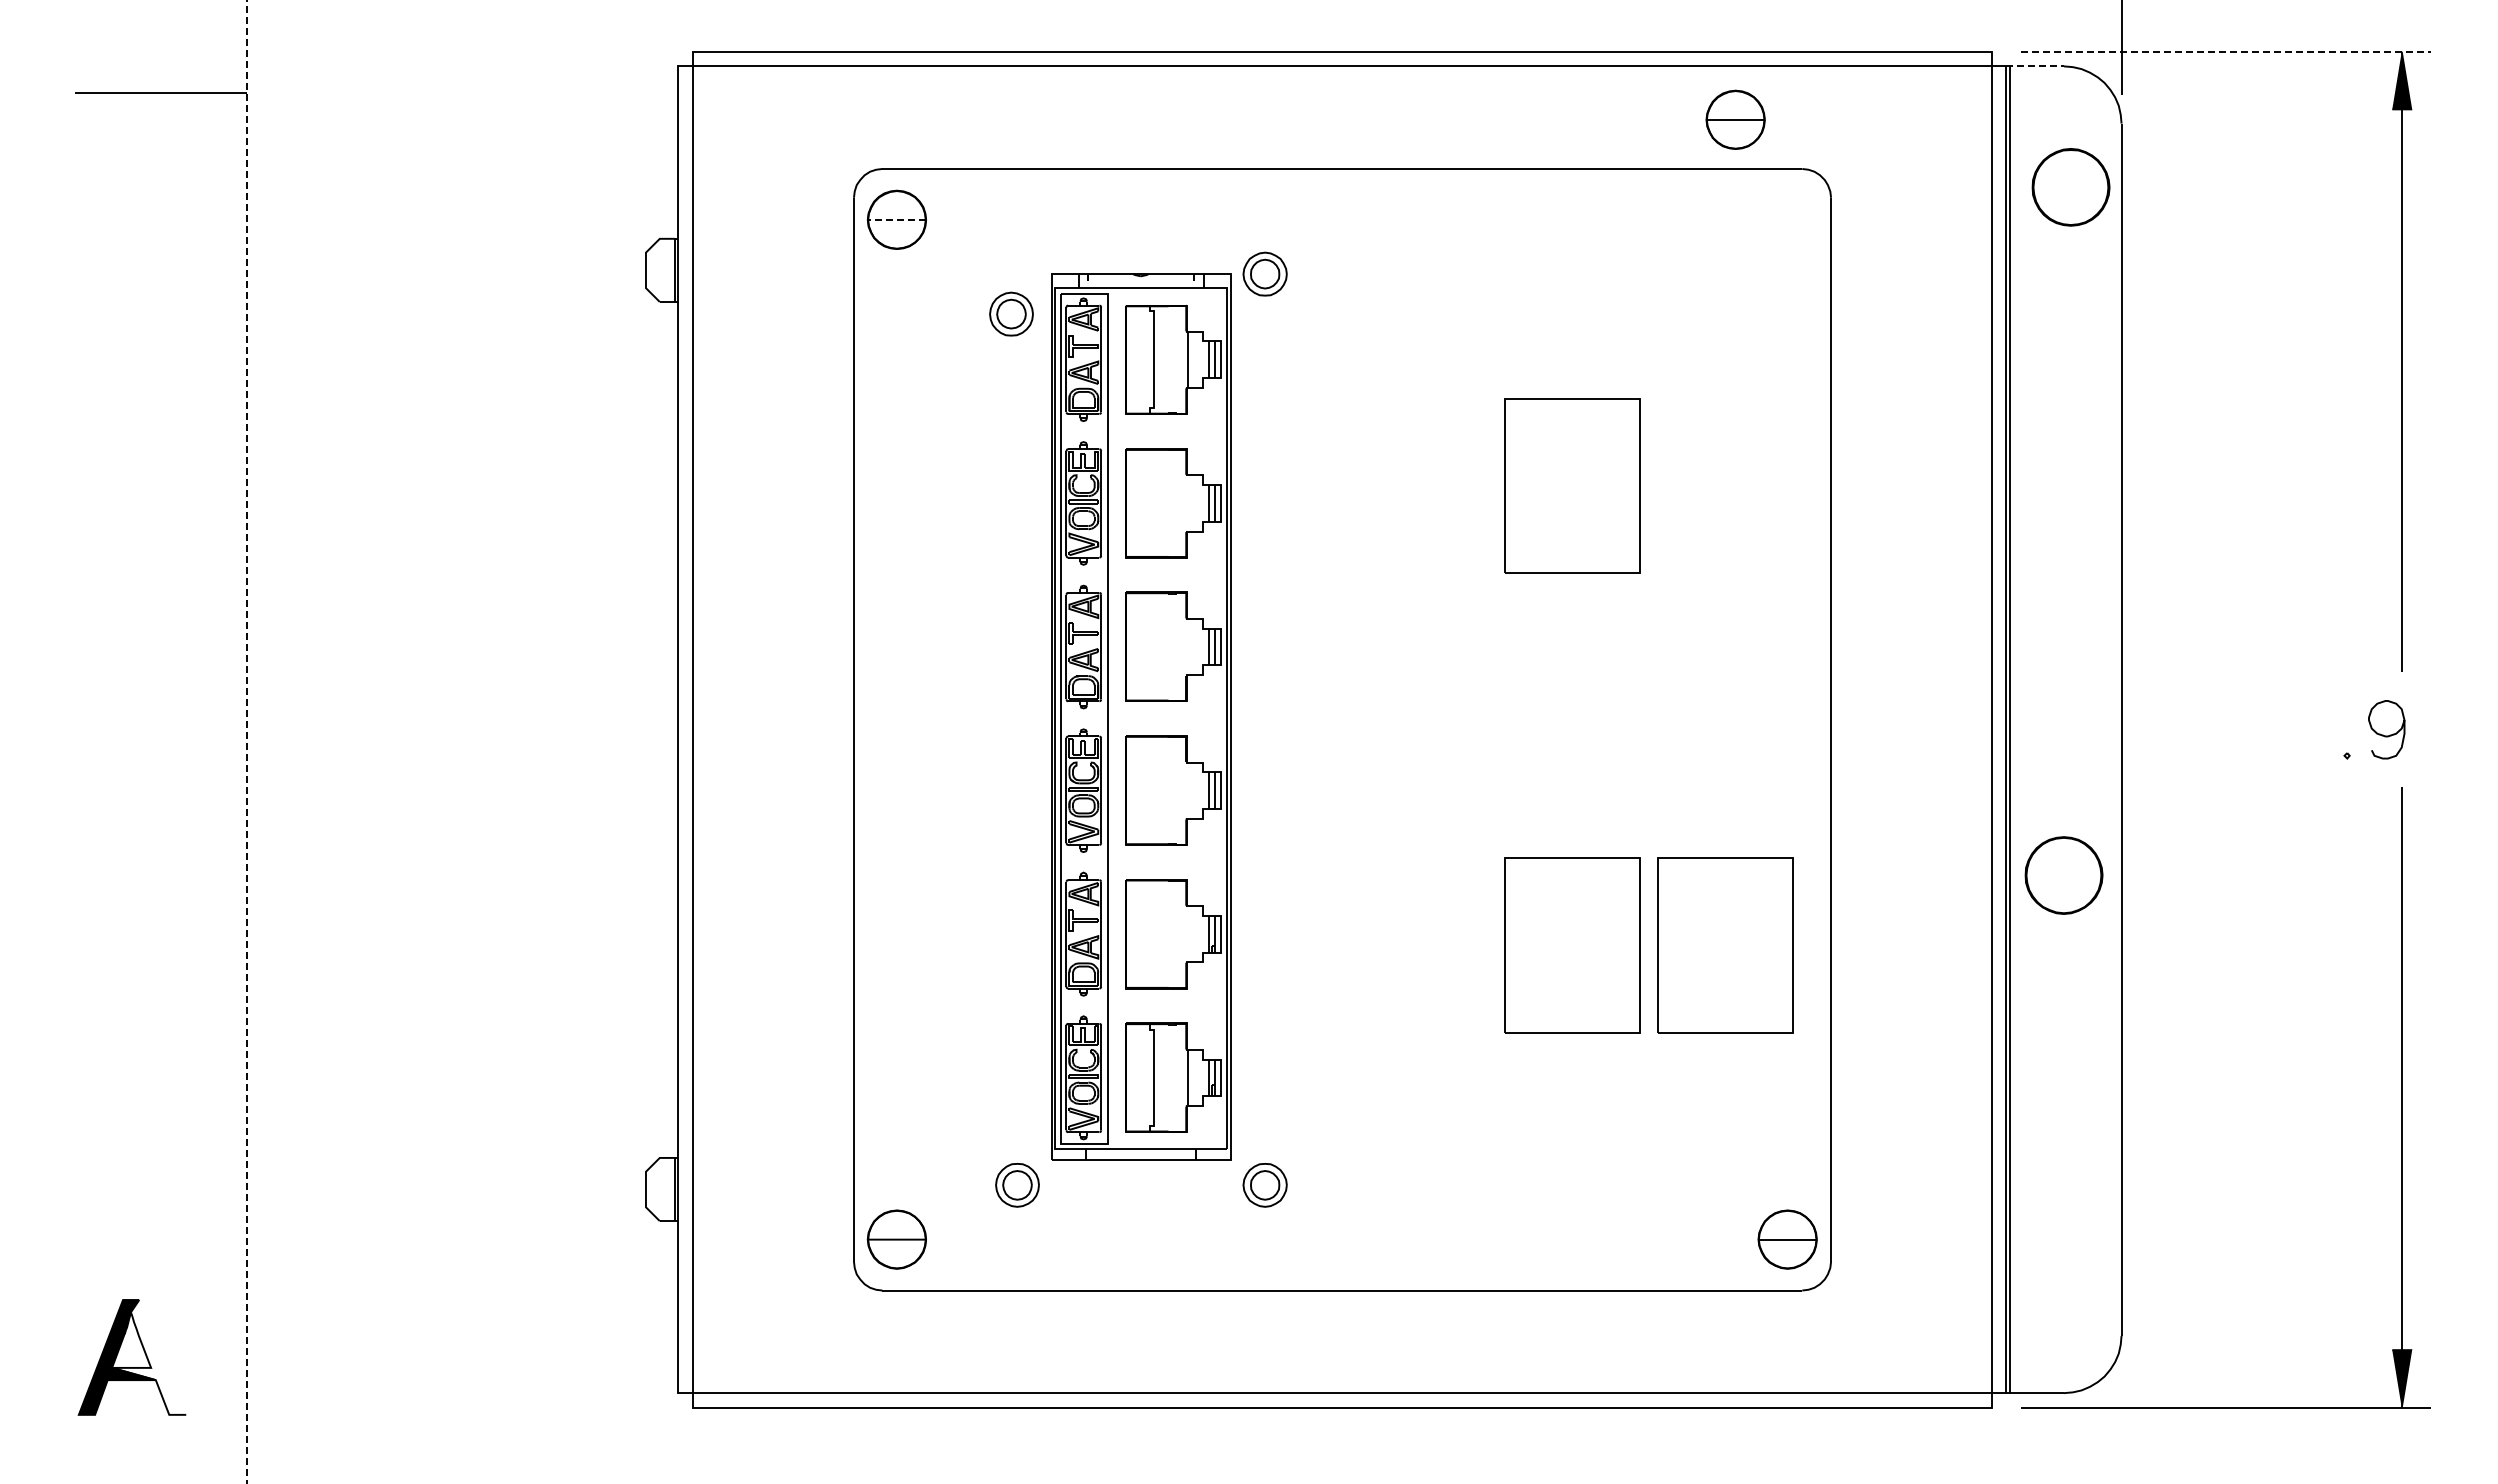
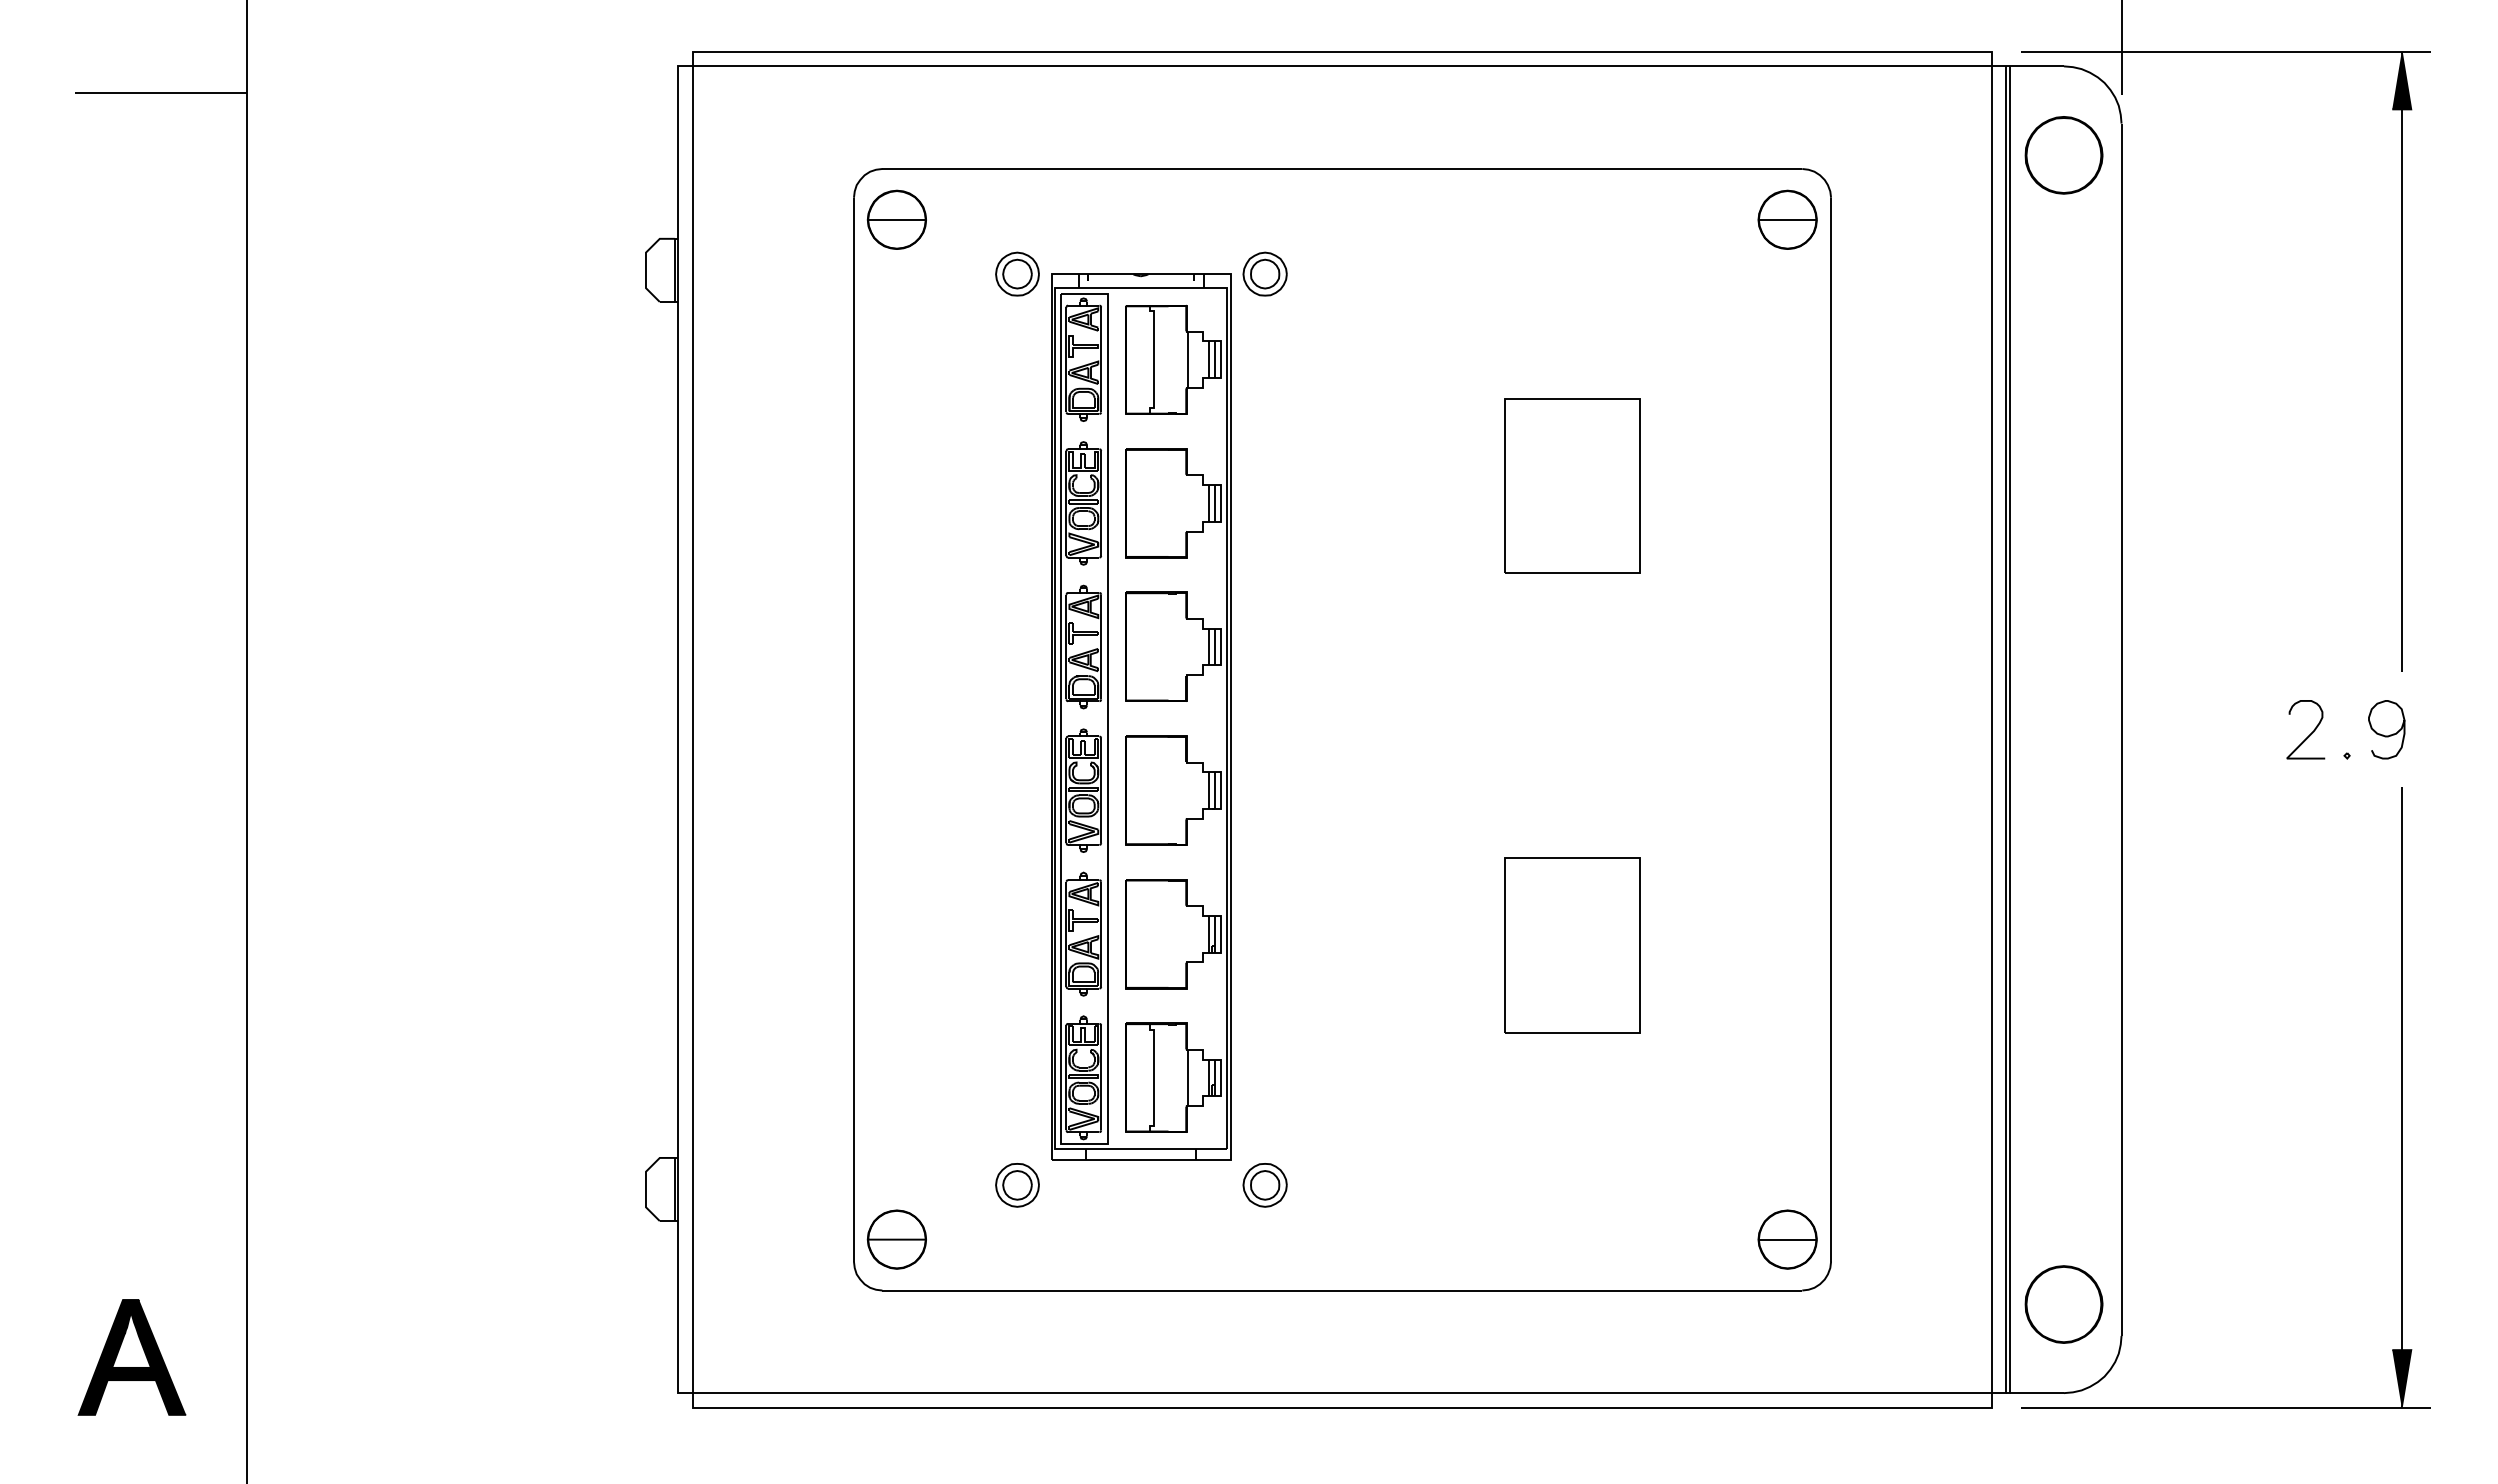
line at (2225, 51): dashed -> solid
line at (2035, 66): dashed -> solid
part at (1735, 119) position: (1735, 119) -> (1787, 219)
part at (2070, 187) position: (2070, 187) -> (2063, 155)
line at (896, 219): dashed -> solid
part at (1011, 313) position: (1011, 313) -> (1017, 273)
curve at (2310, 733): none -> present
line at (247, 741): dashed -> solid
part at (2063, 875) position: (2063, 875) -> (2063, 1304)
part at (1725, 945): present -> none
fill at (149, 1357): none -> present
